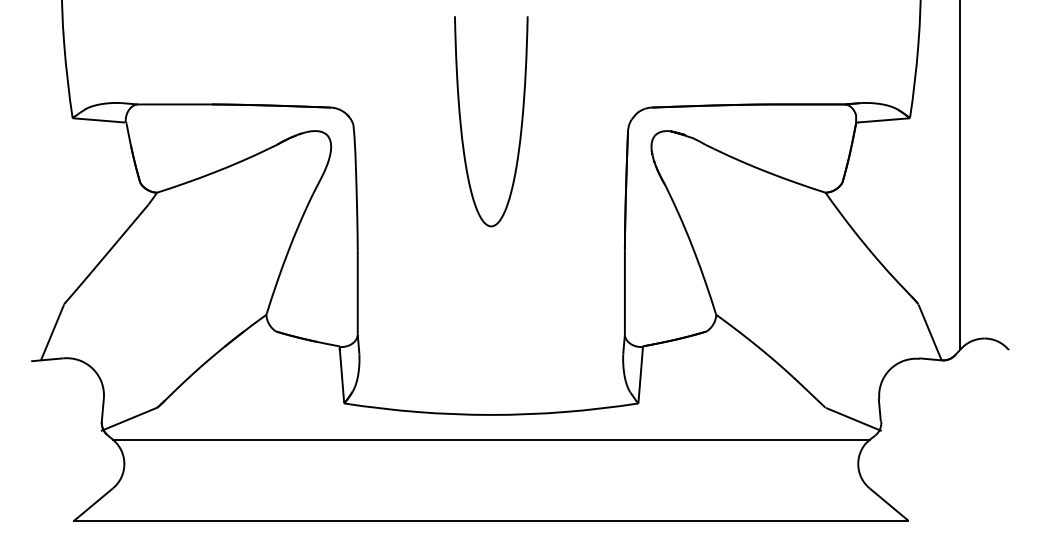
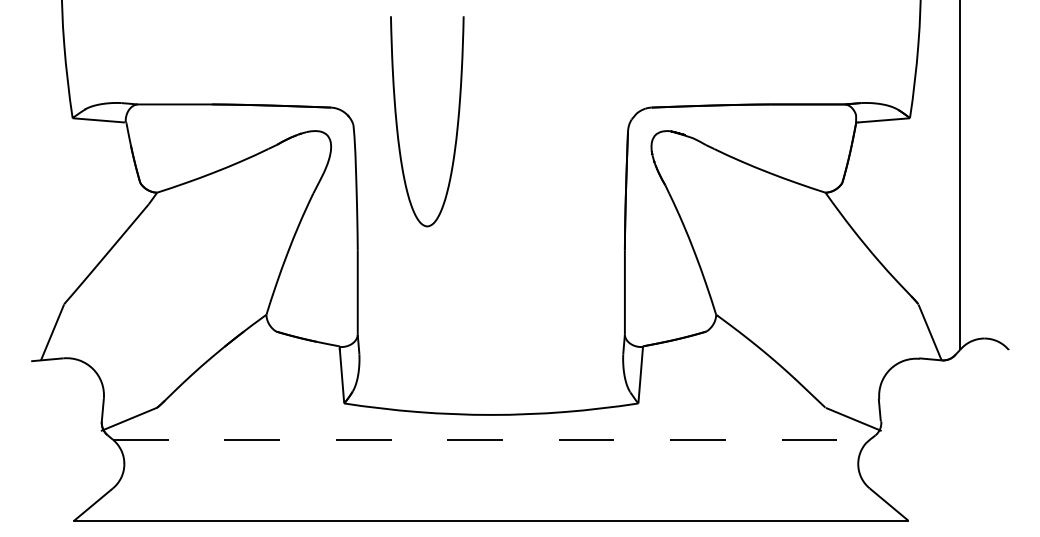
curve at (520, 126) position: (520, 126) -> (456, 126)
line at (491, 439): solid -> dashed
